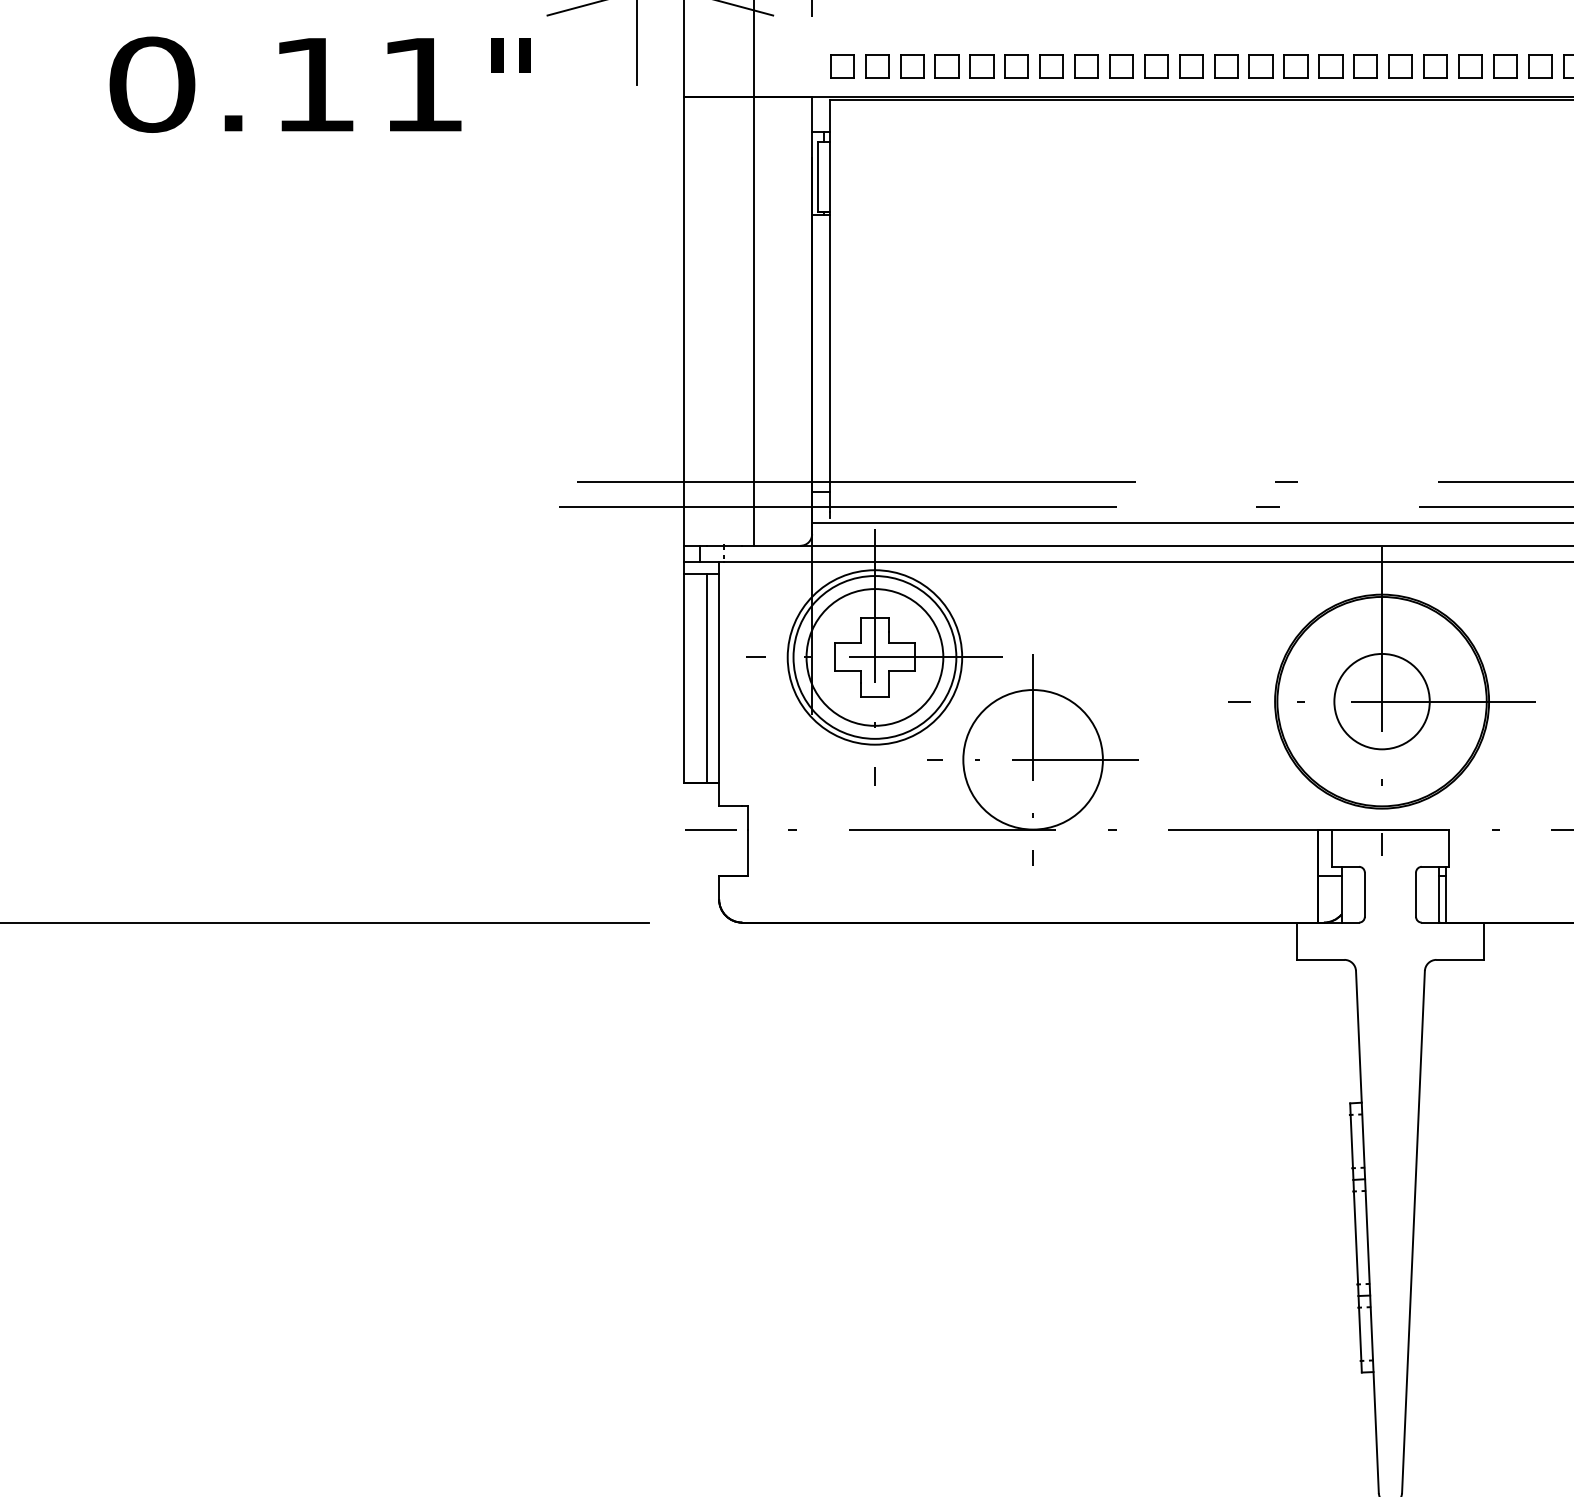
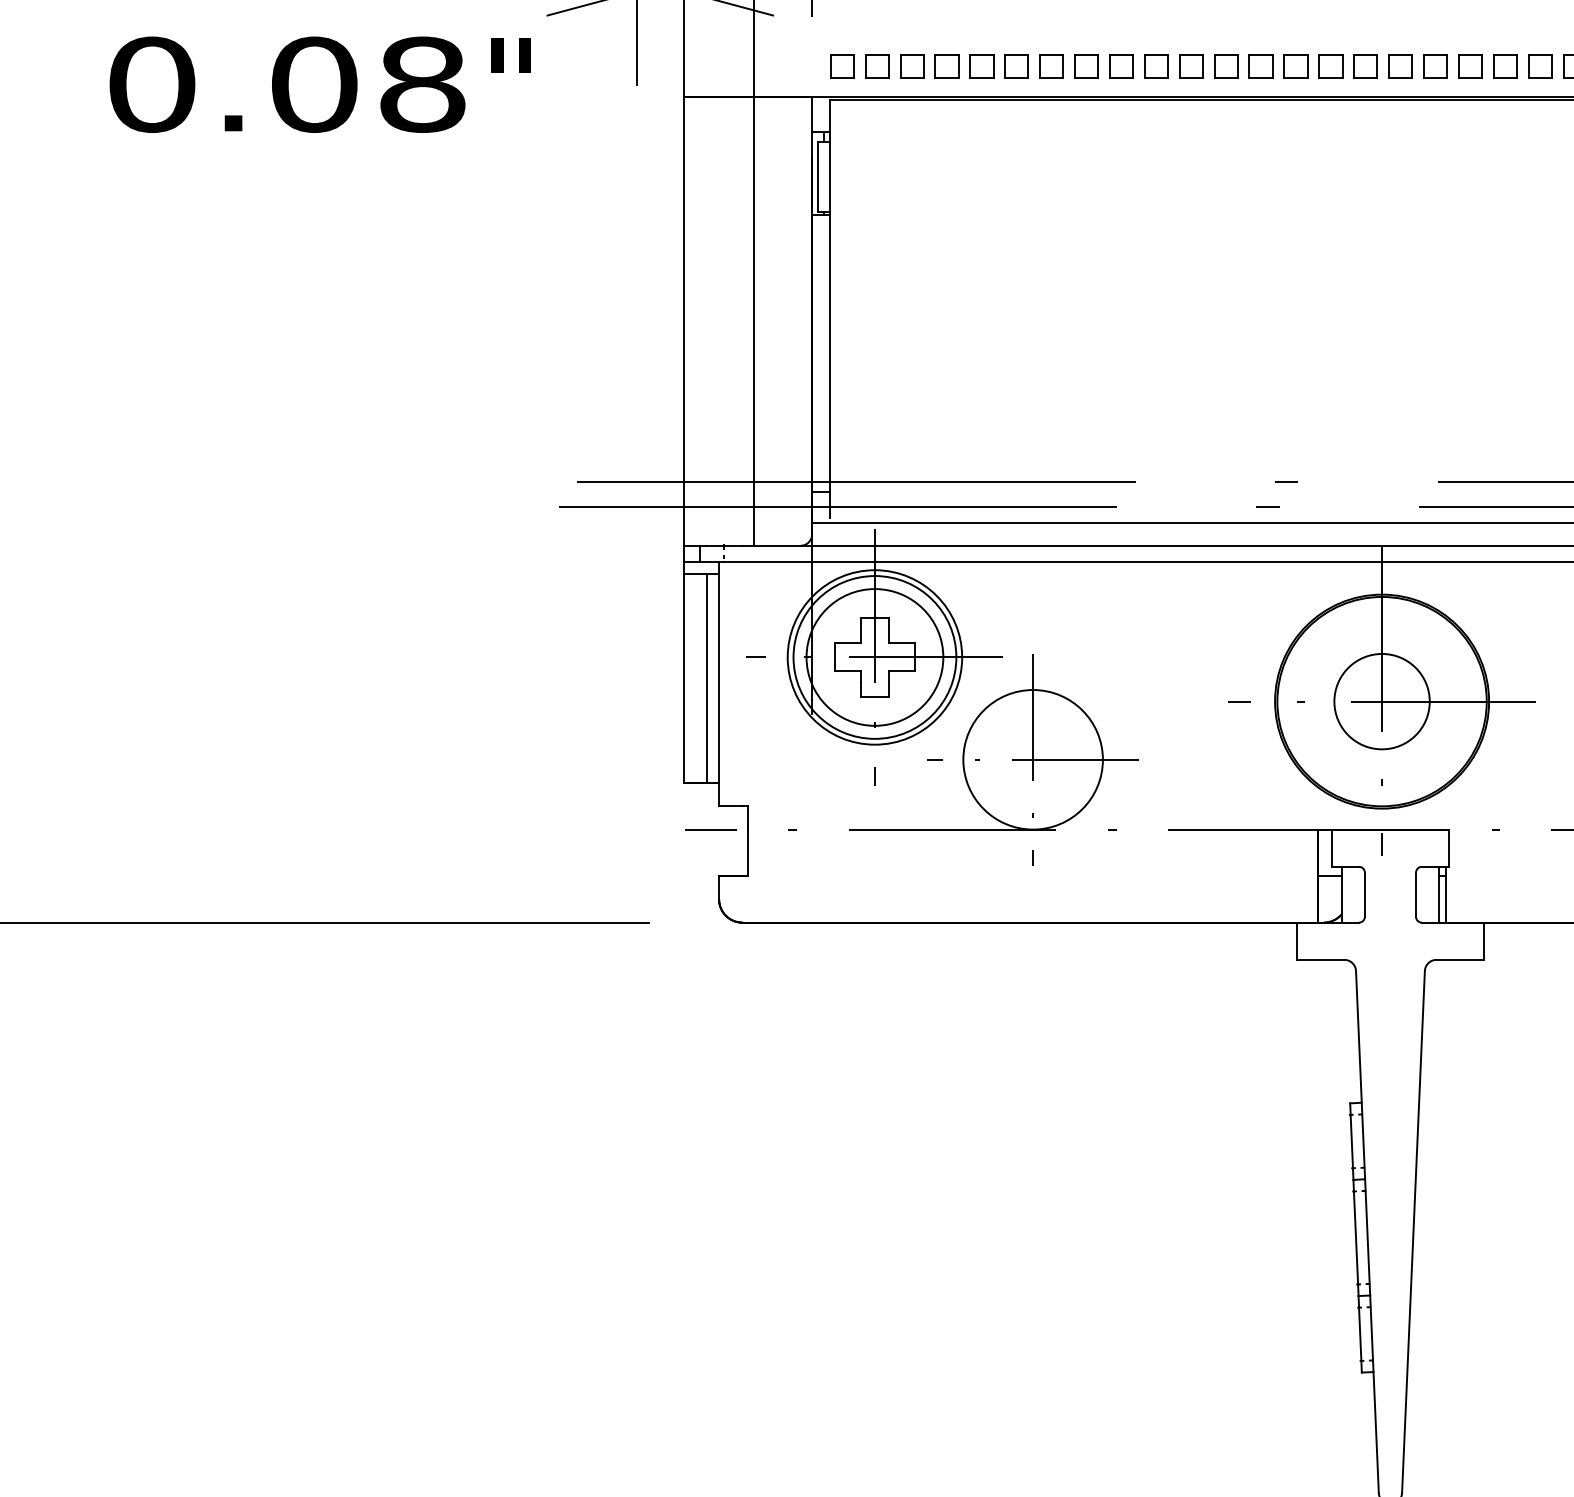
text at (368, 84): 0.11 -> 0.08
